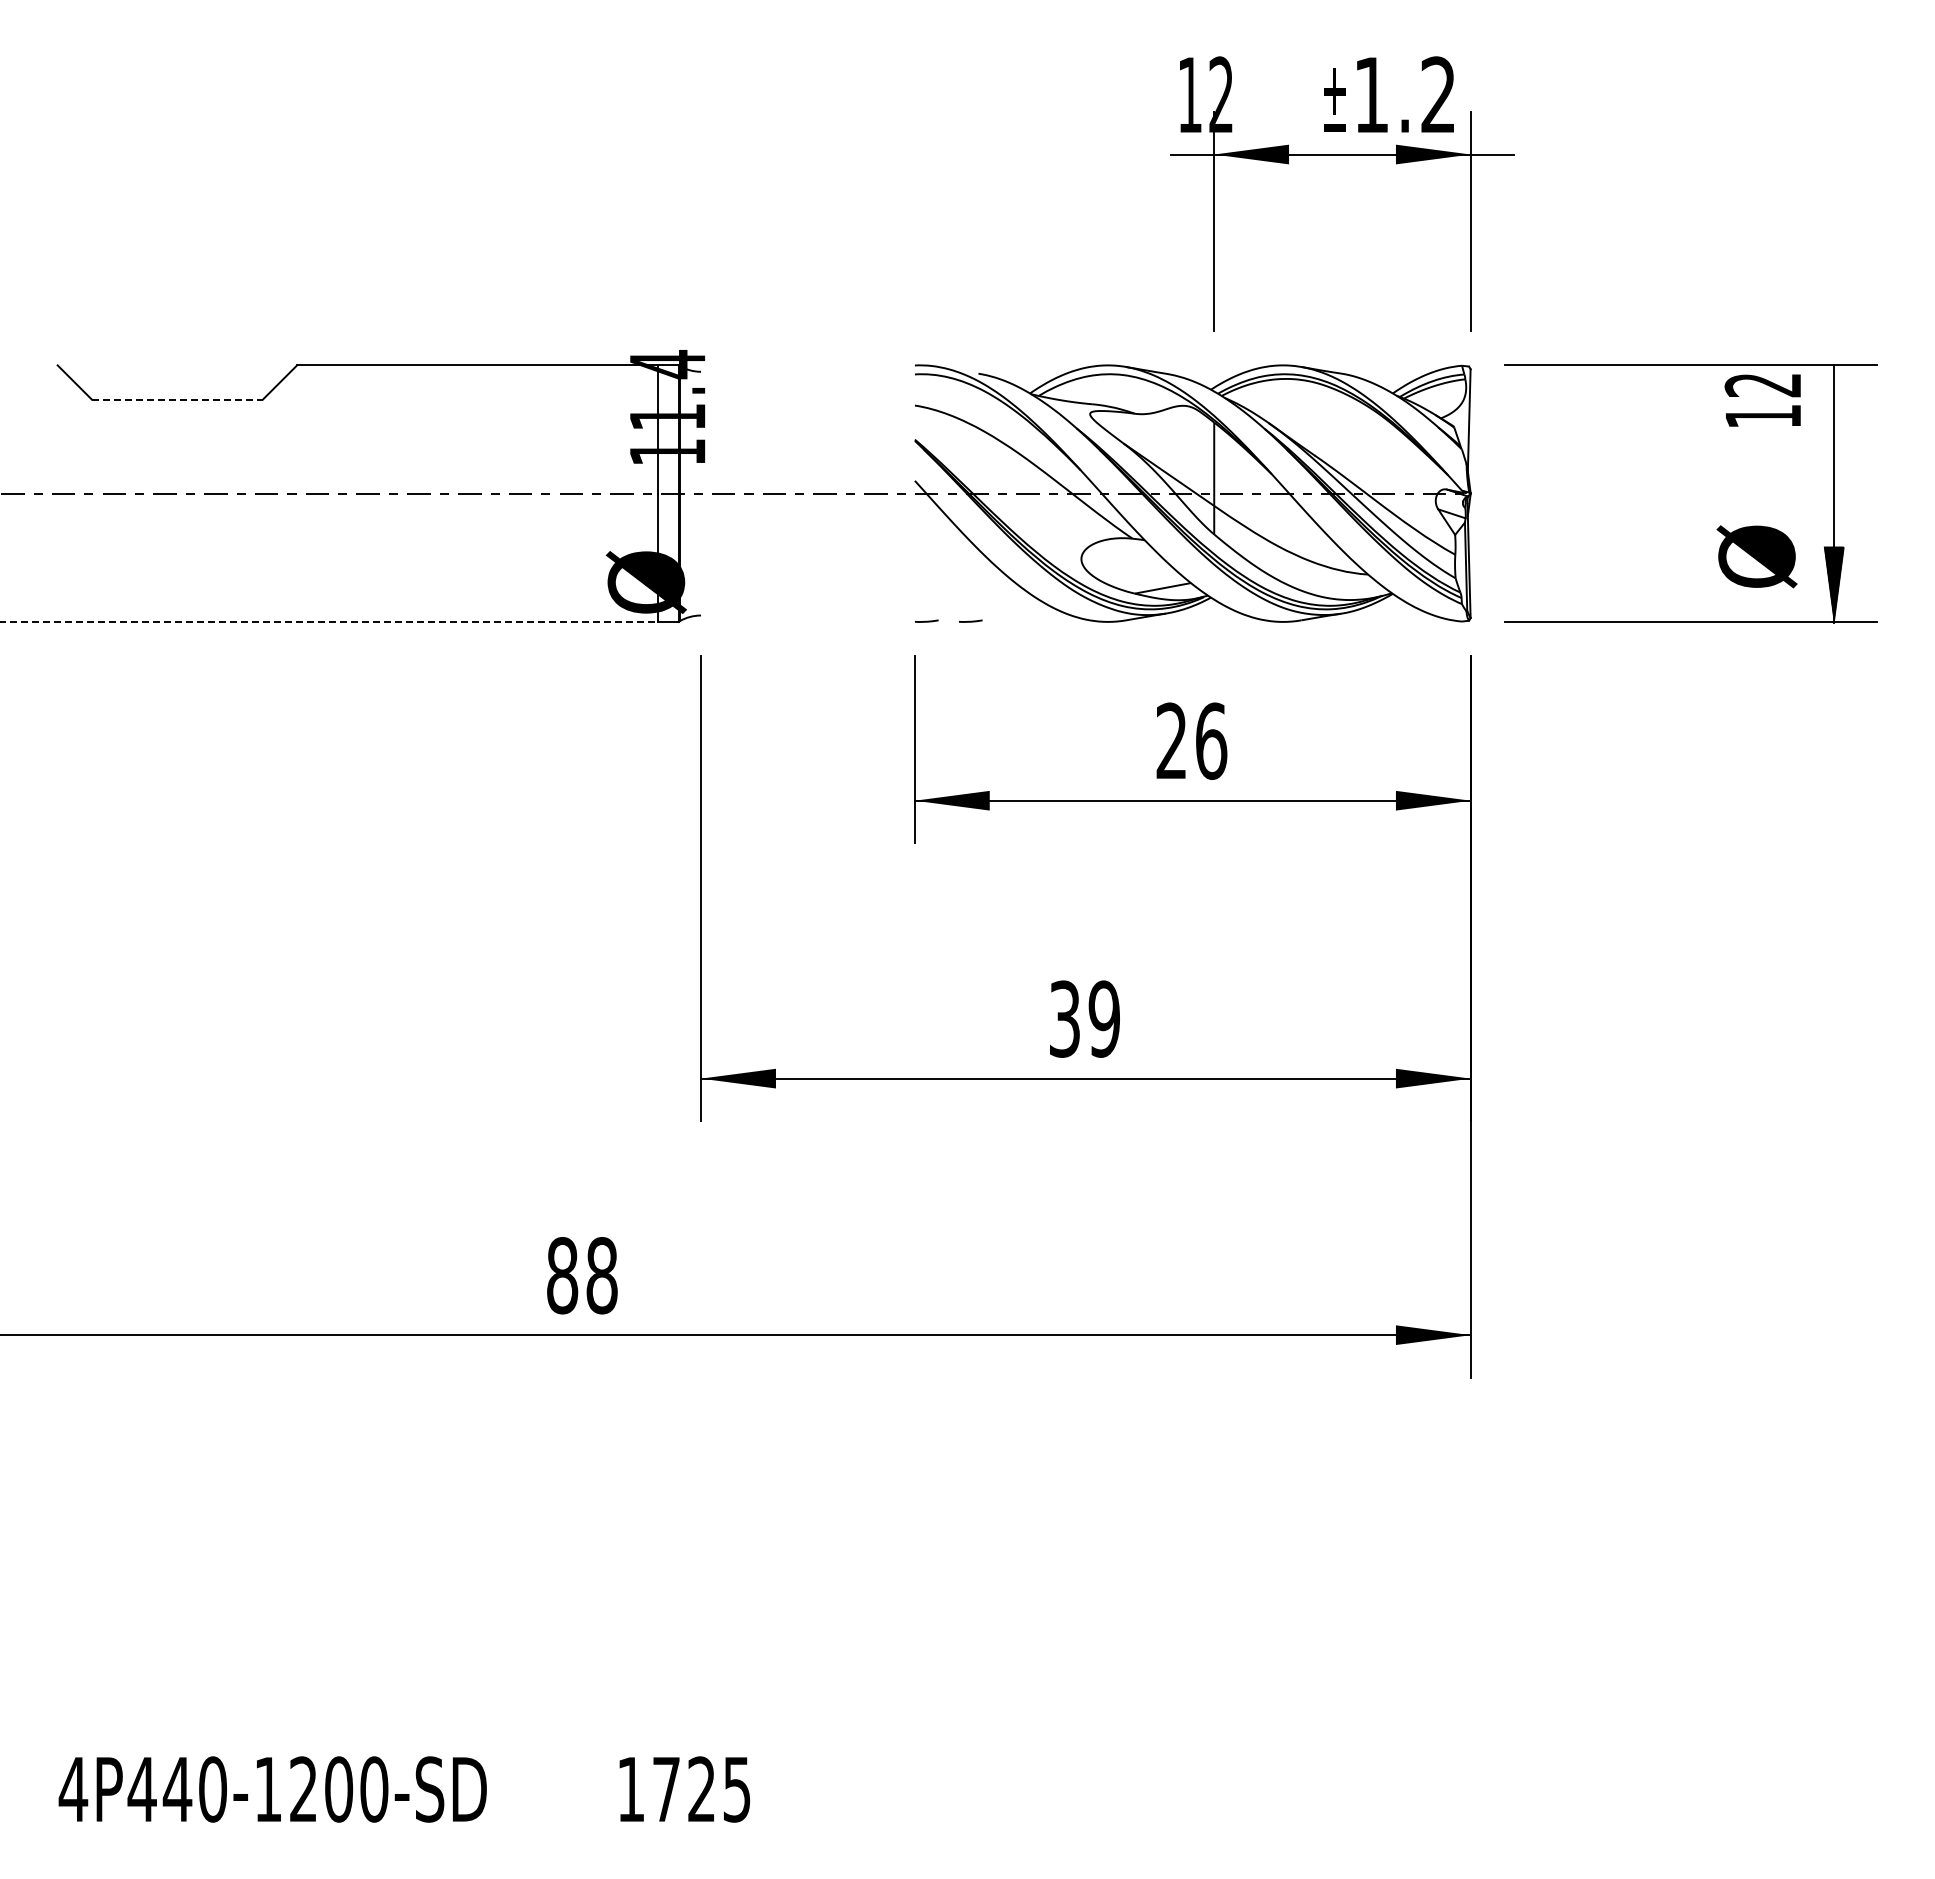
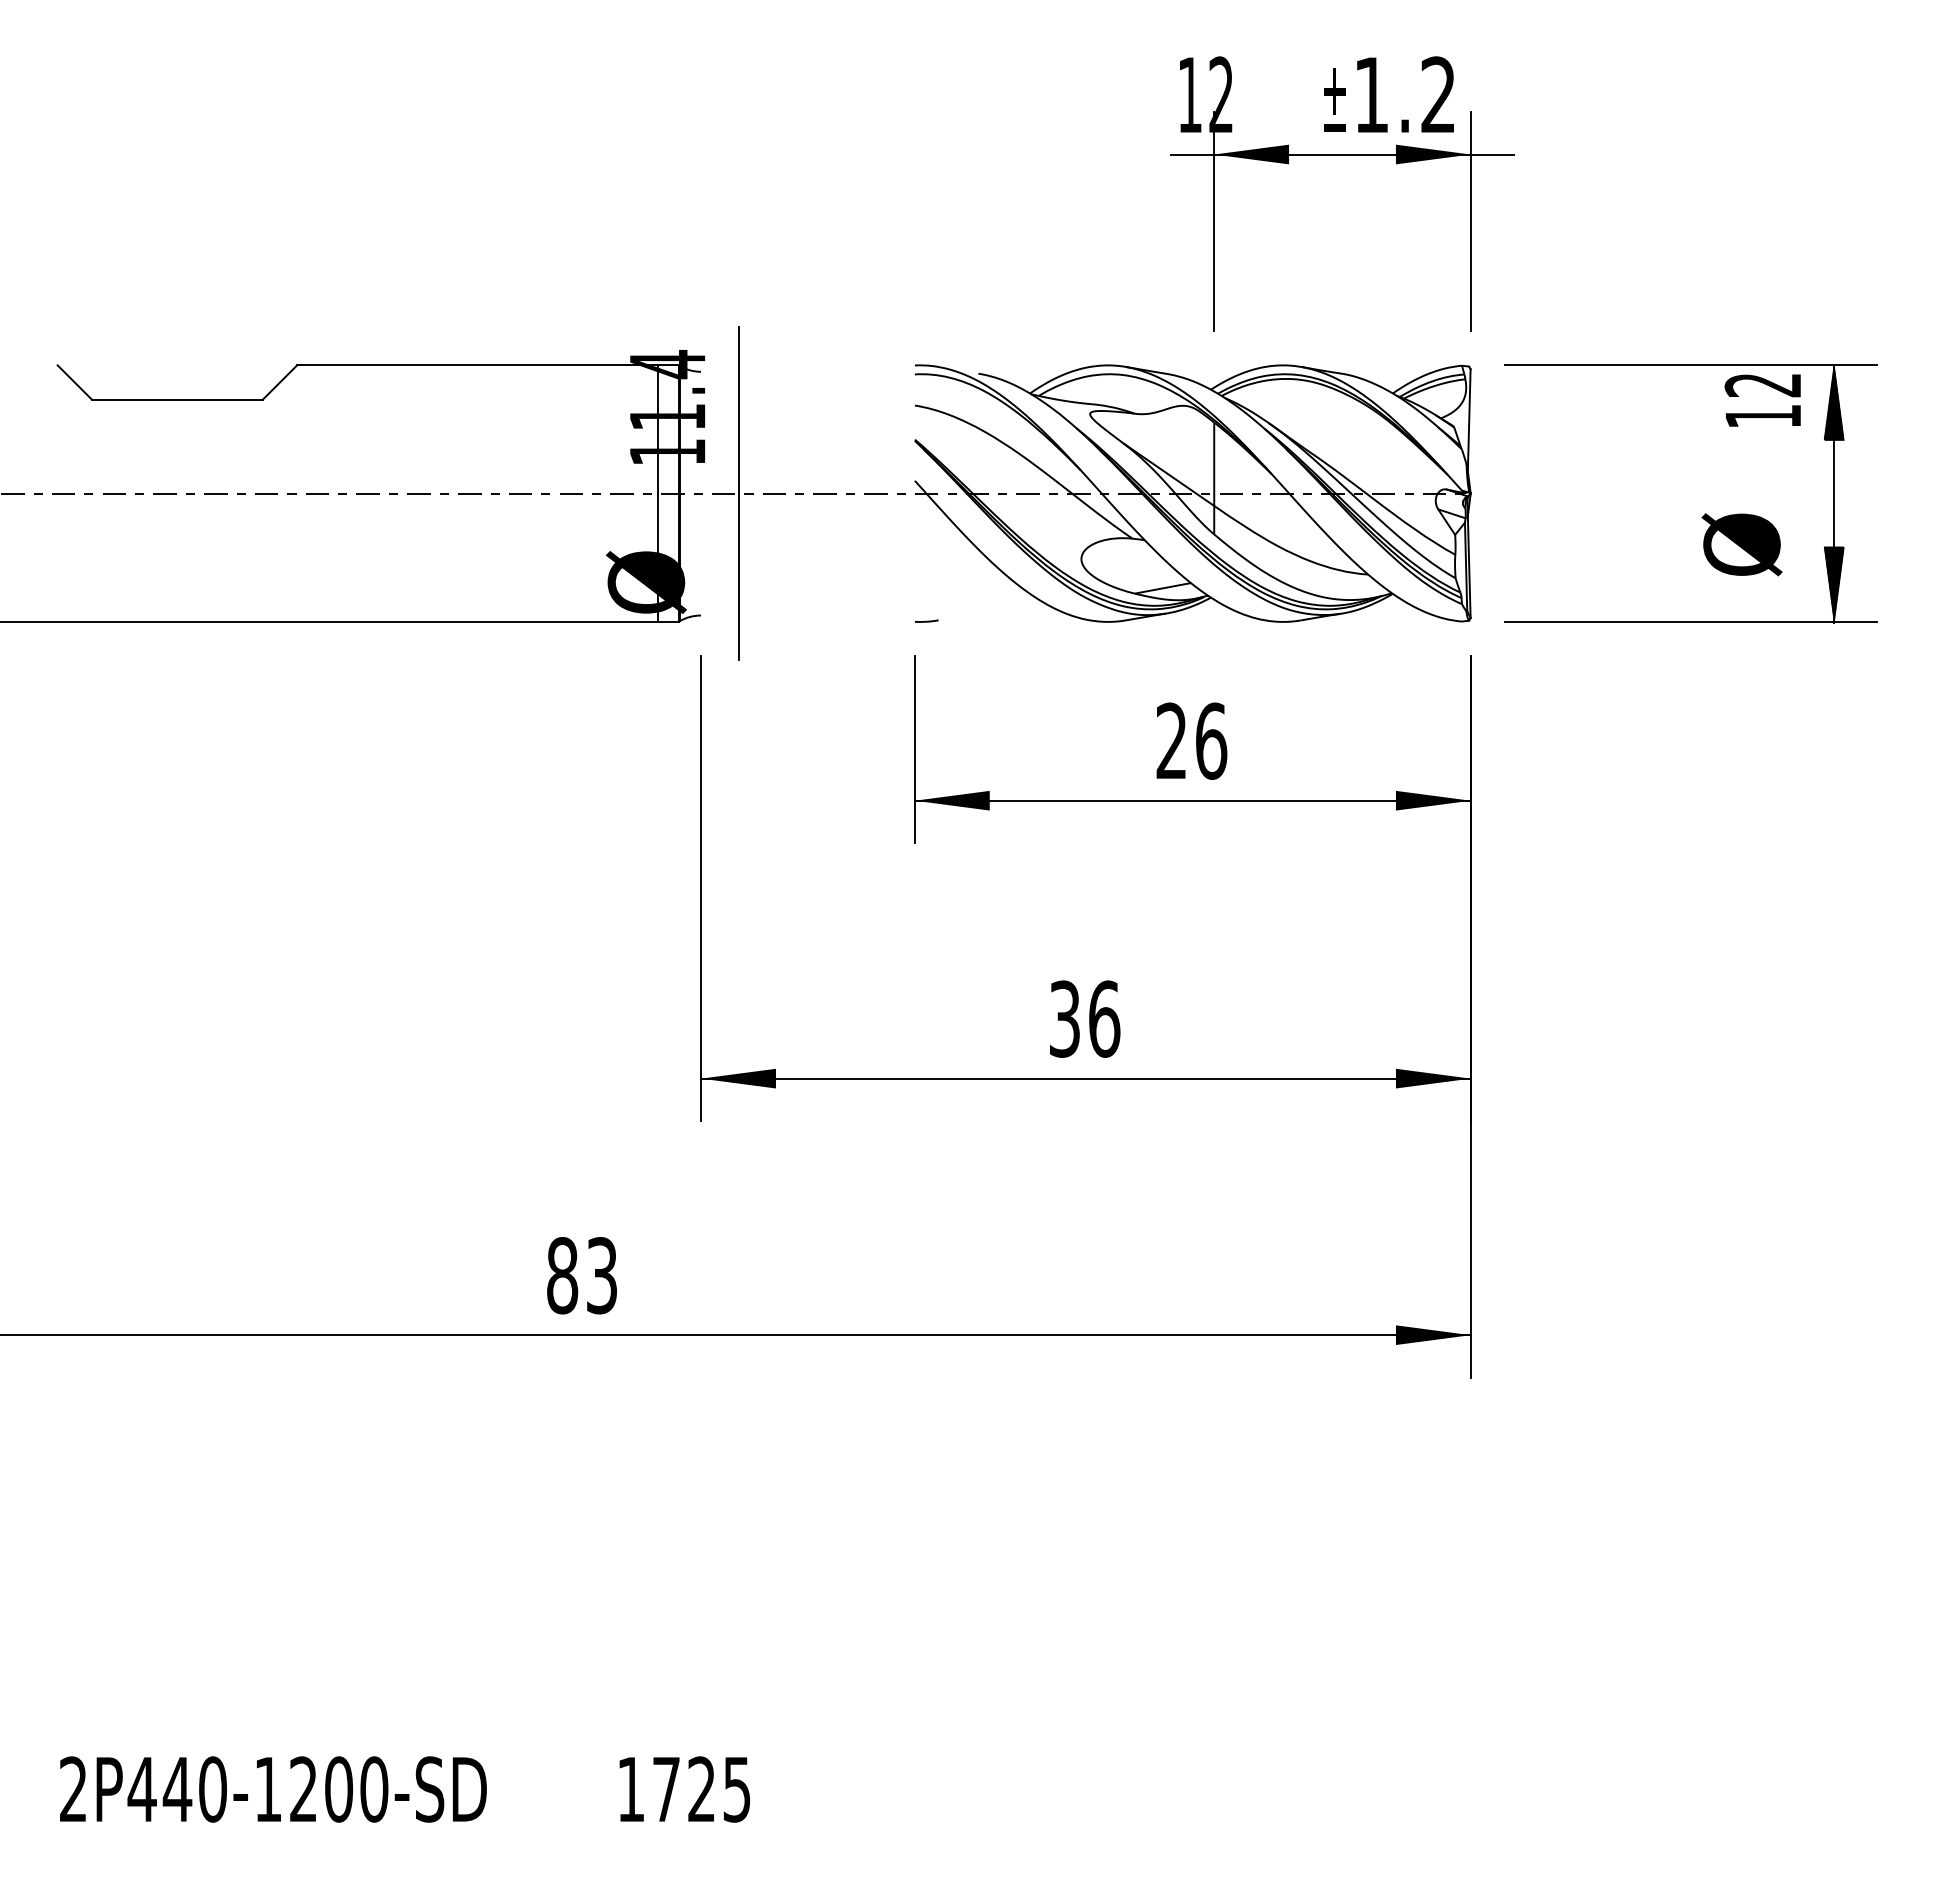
line at (177, 399): dashed -> solid
hatch at (1834, 402): none -> present
line at (738, 493): none -> present
text at (1756, 556) position: (1756, 556) -> (1741, 544)
line at (970, 620): present -> none
line at (329, 621): dashed -> solid
text at (1104, 1018): 39 -> 36
text at (601, 1275): 88 -> 83
text at (73, 1788): 4P440-1200-SD -> 2P440-1200-SD
